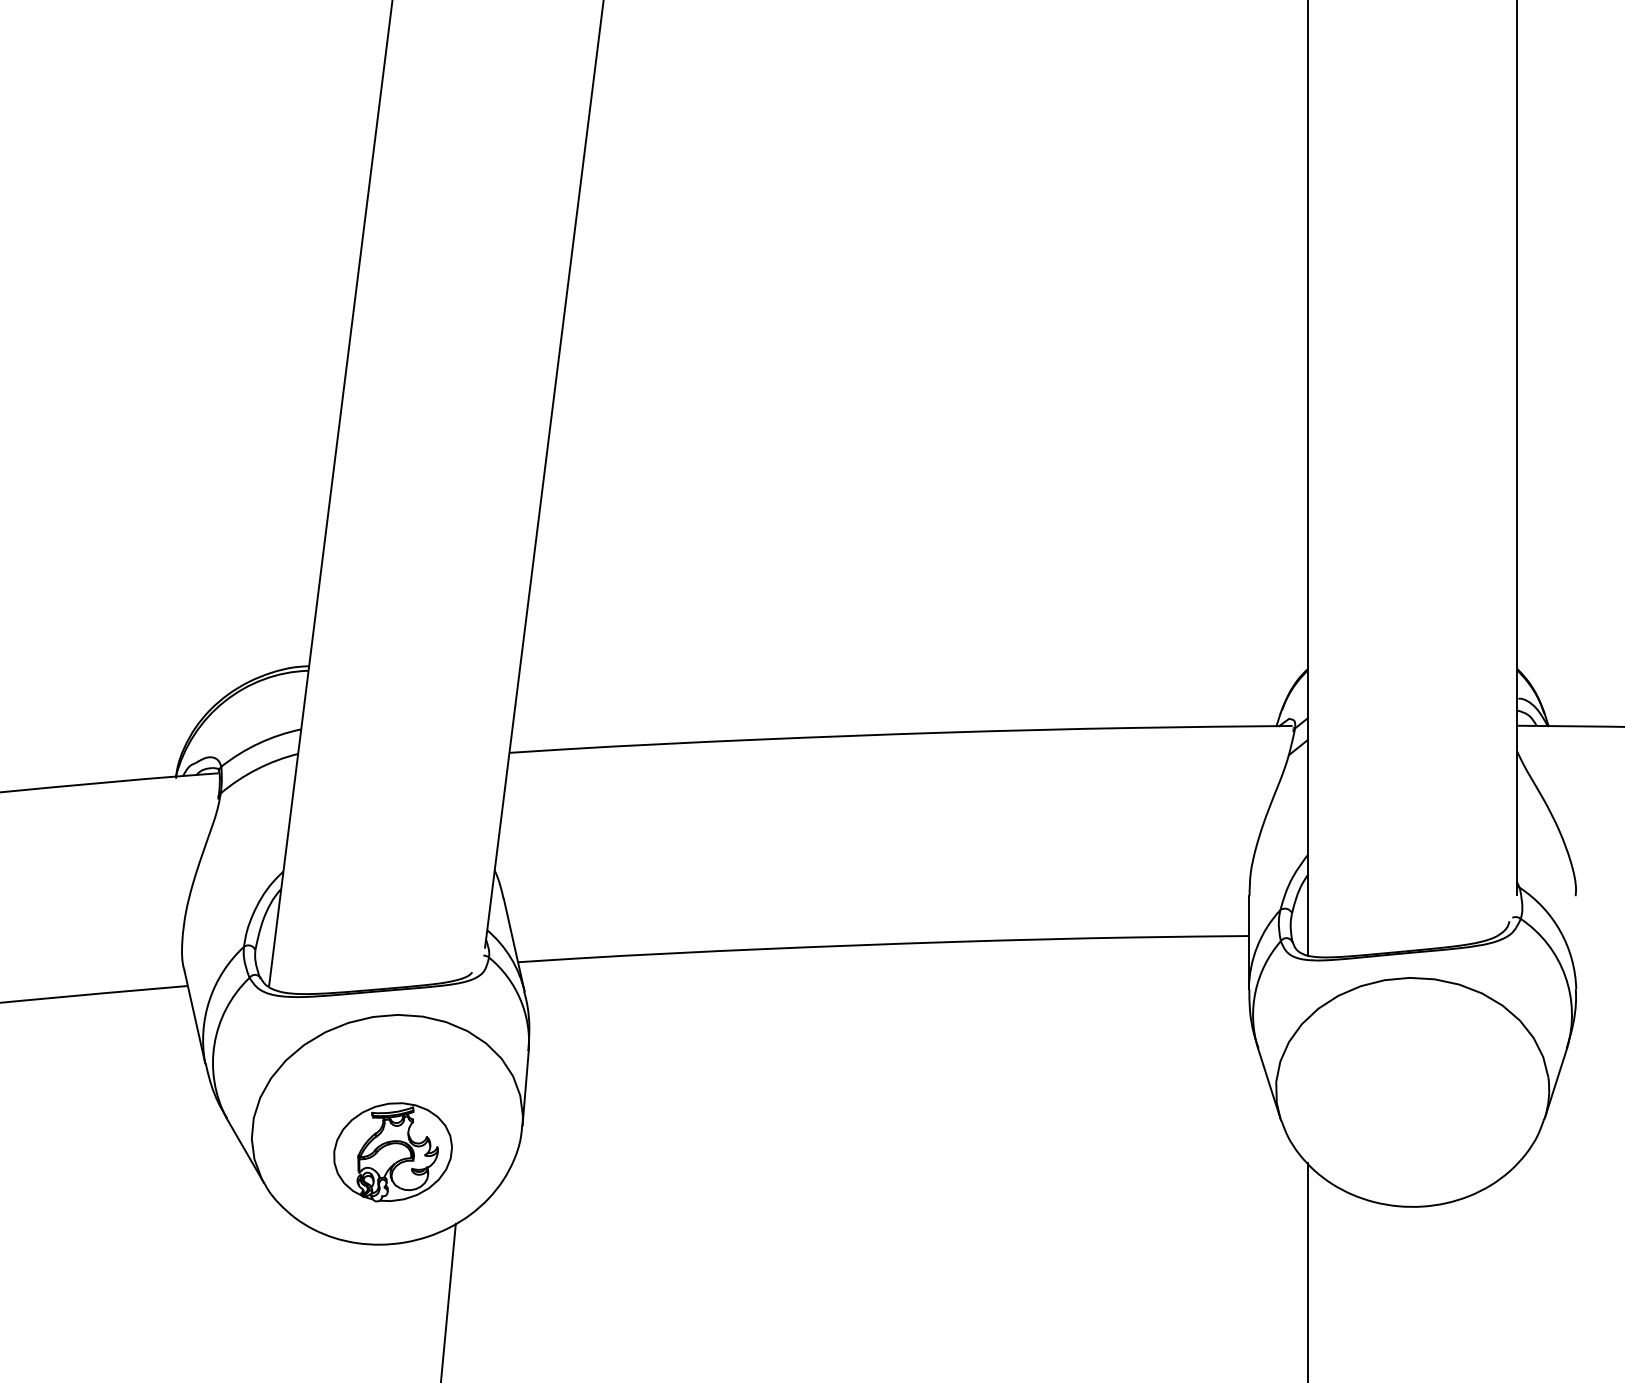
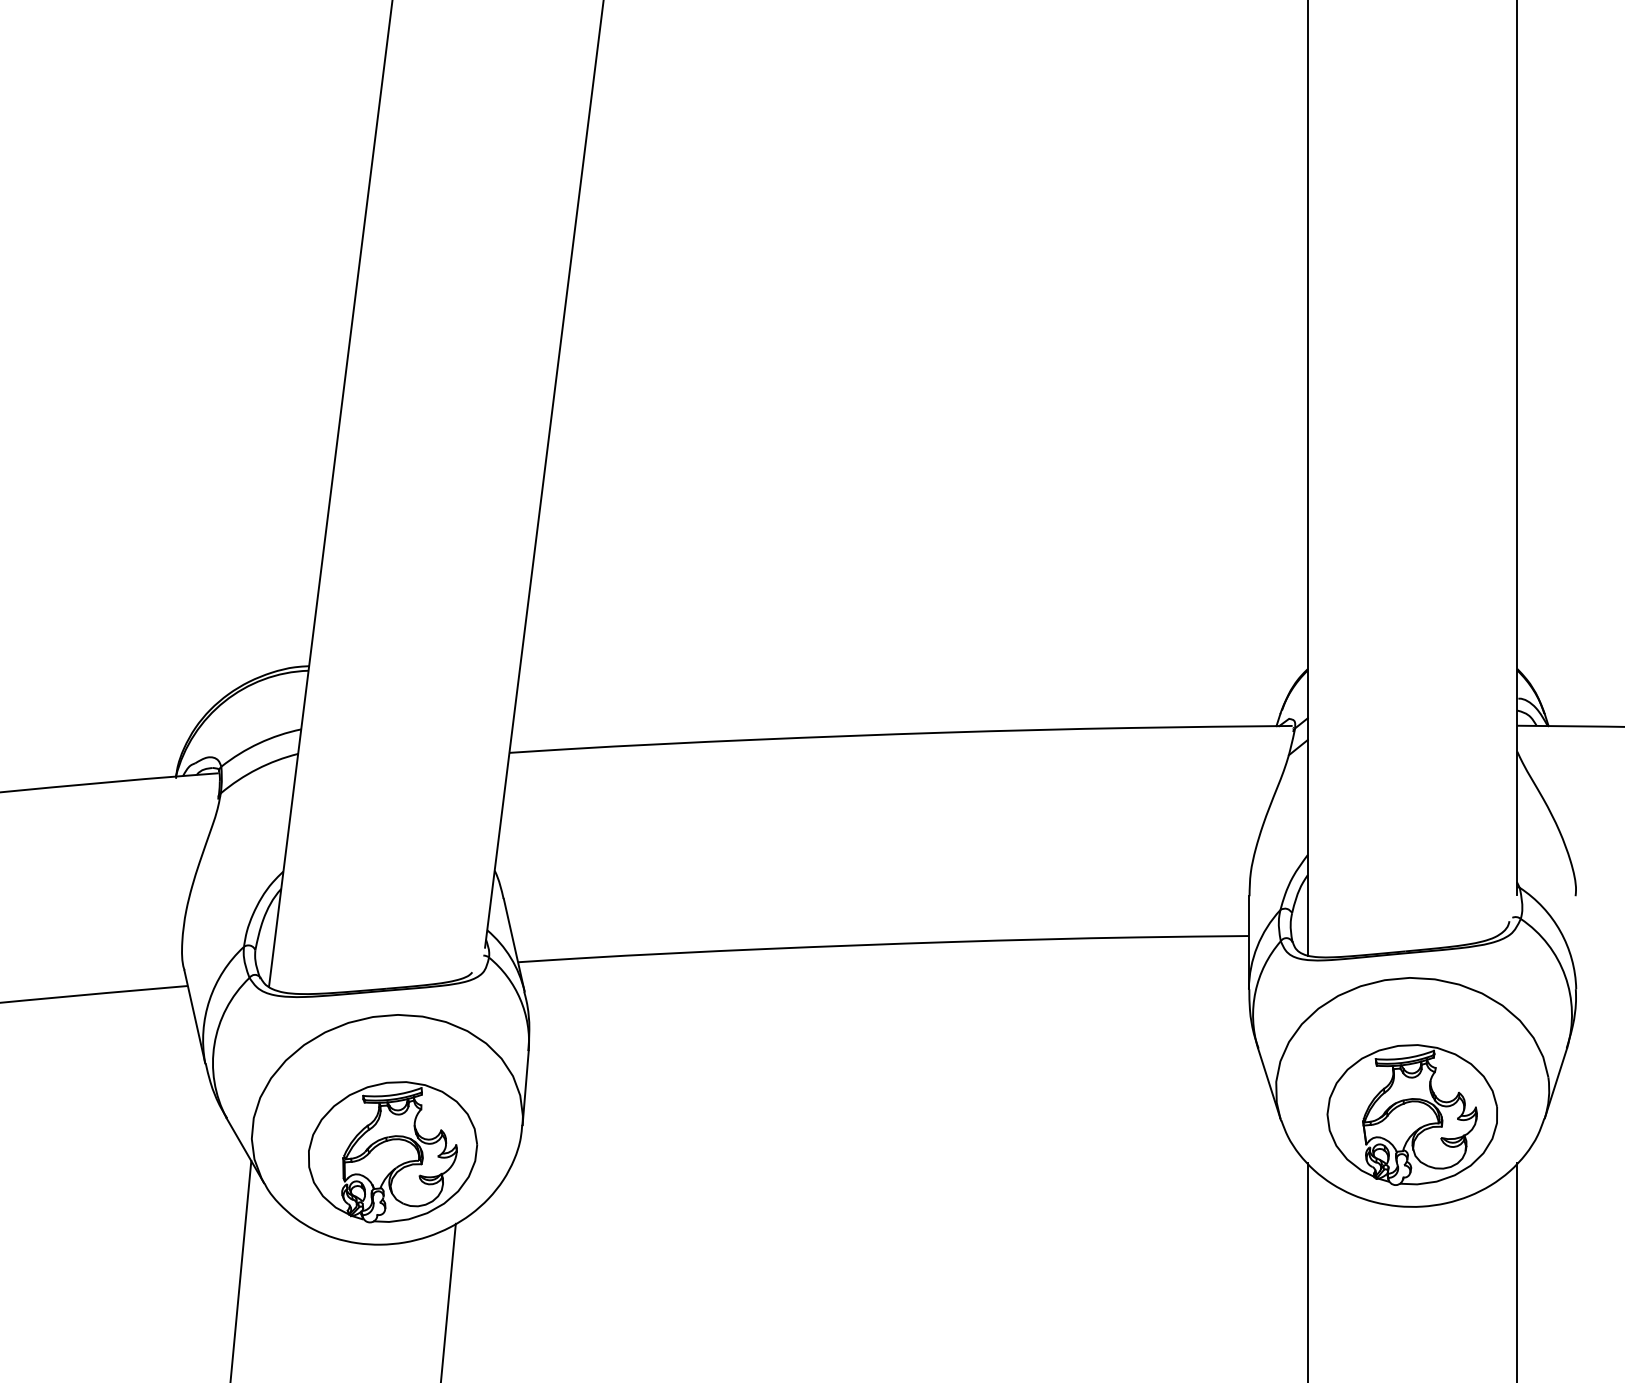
part at (1411, 1114): none -> present
part at (392, 1152) size: 120x101 px -> 171x143 px
line at (240, 1270): none -> present
line at (1517, 1271): none -> present
